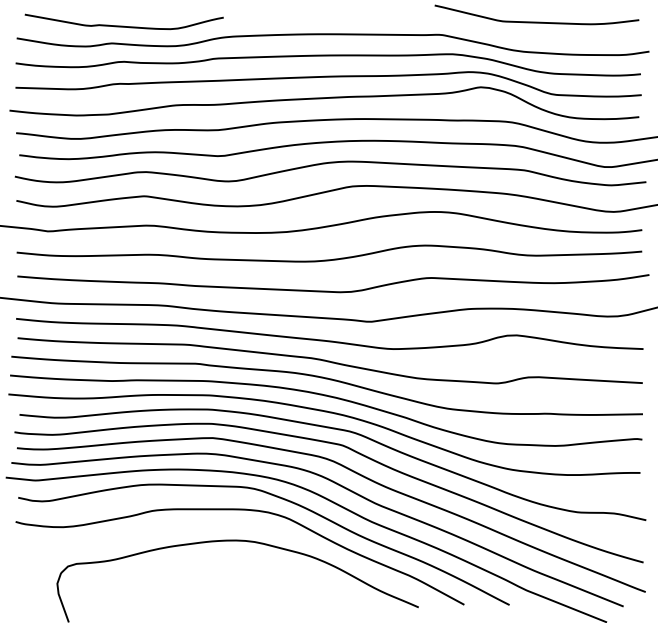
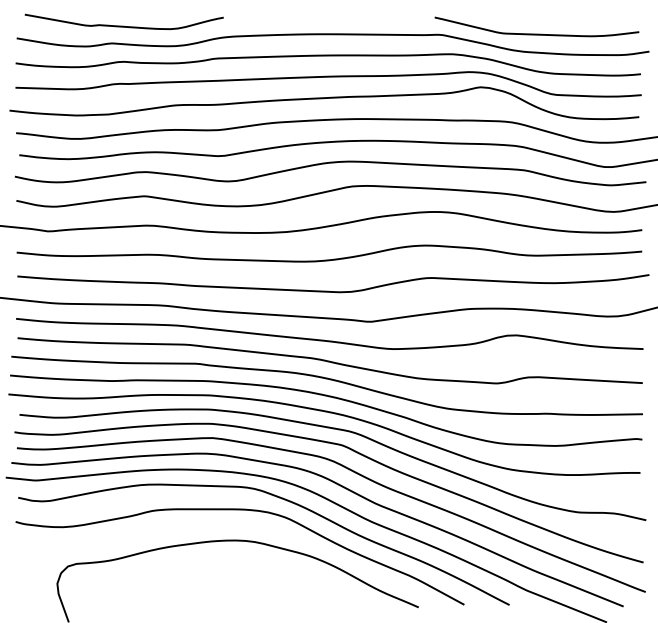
curve at (536, 21) position: (536, 21) -> (536, 33)
